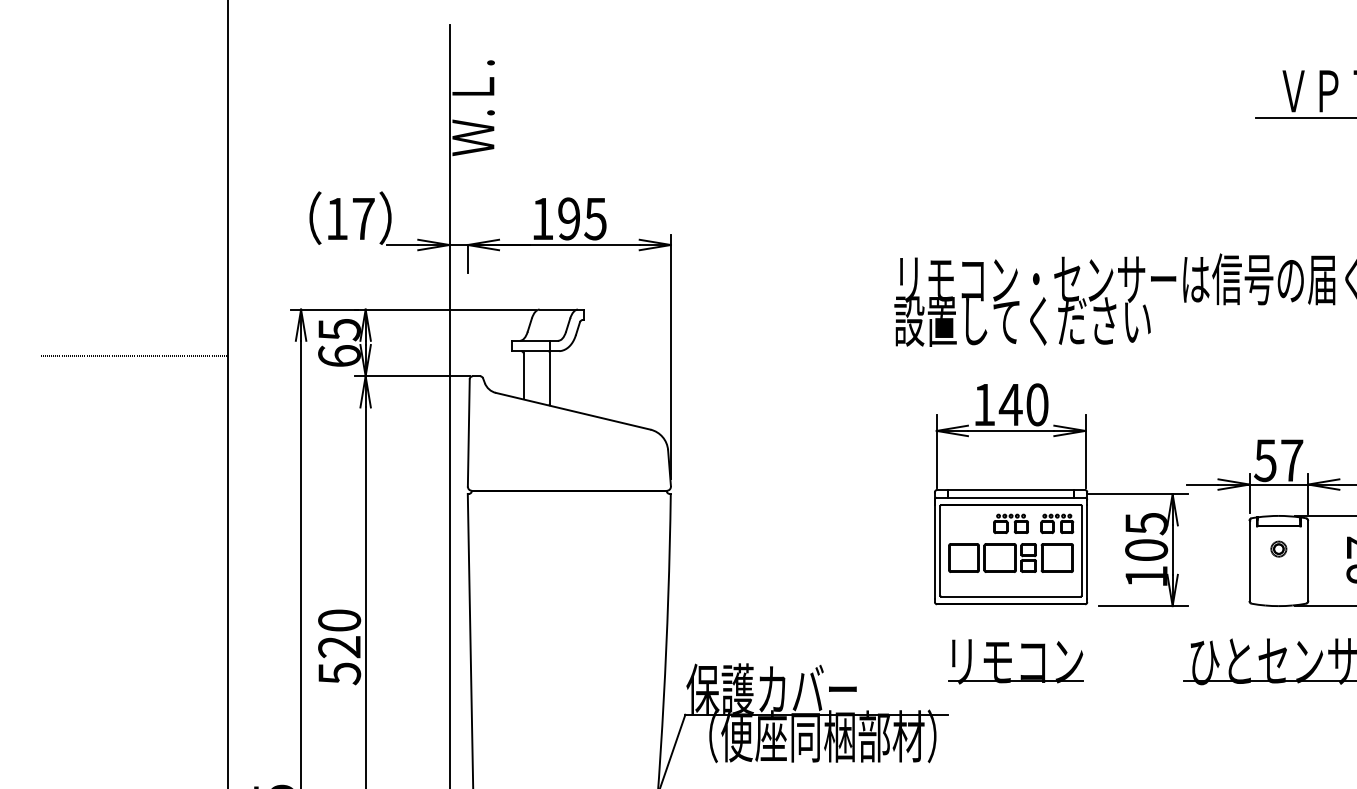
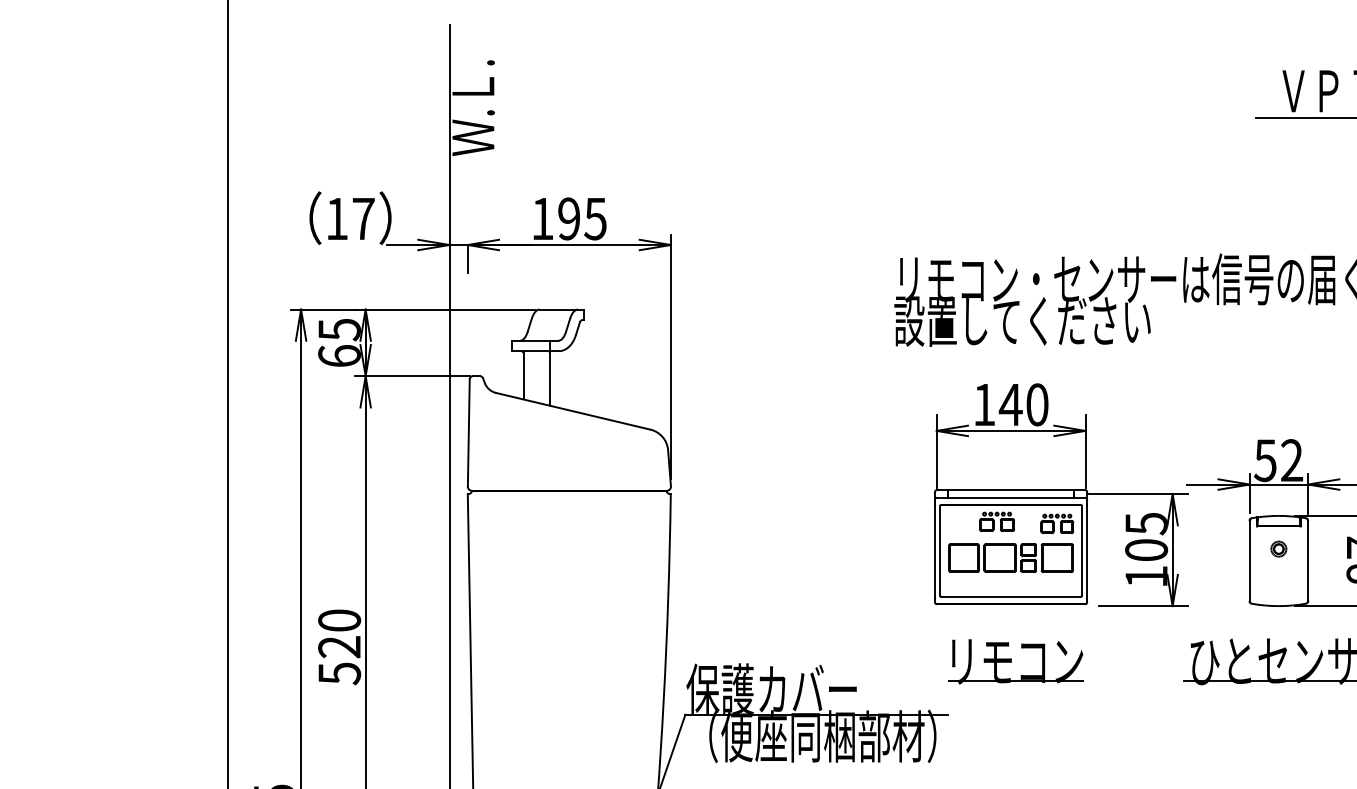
line at (134, 356): present -> none
text at (1292, 460): 57 -> 52
part at (1010, 523) position: (1010, 523) -> (996, 521)
